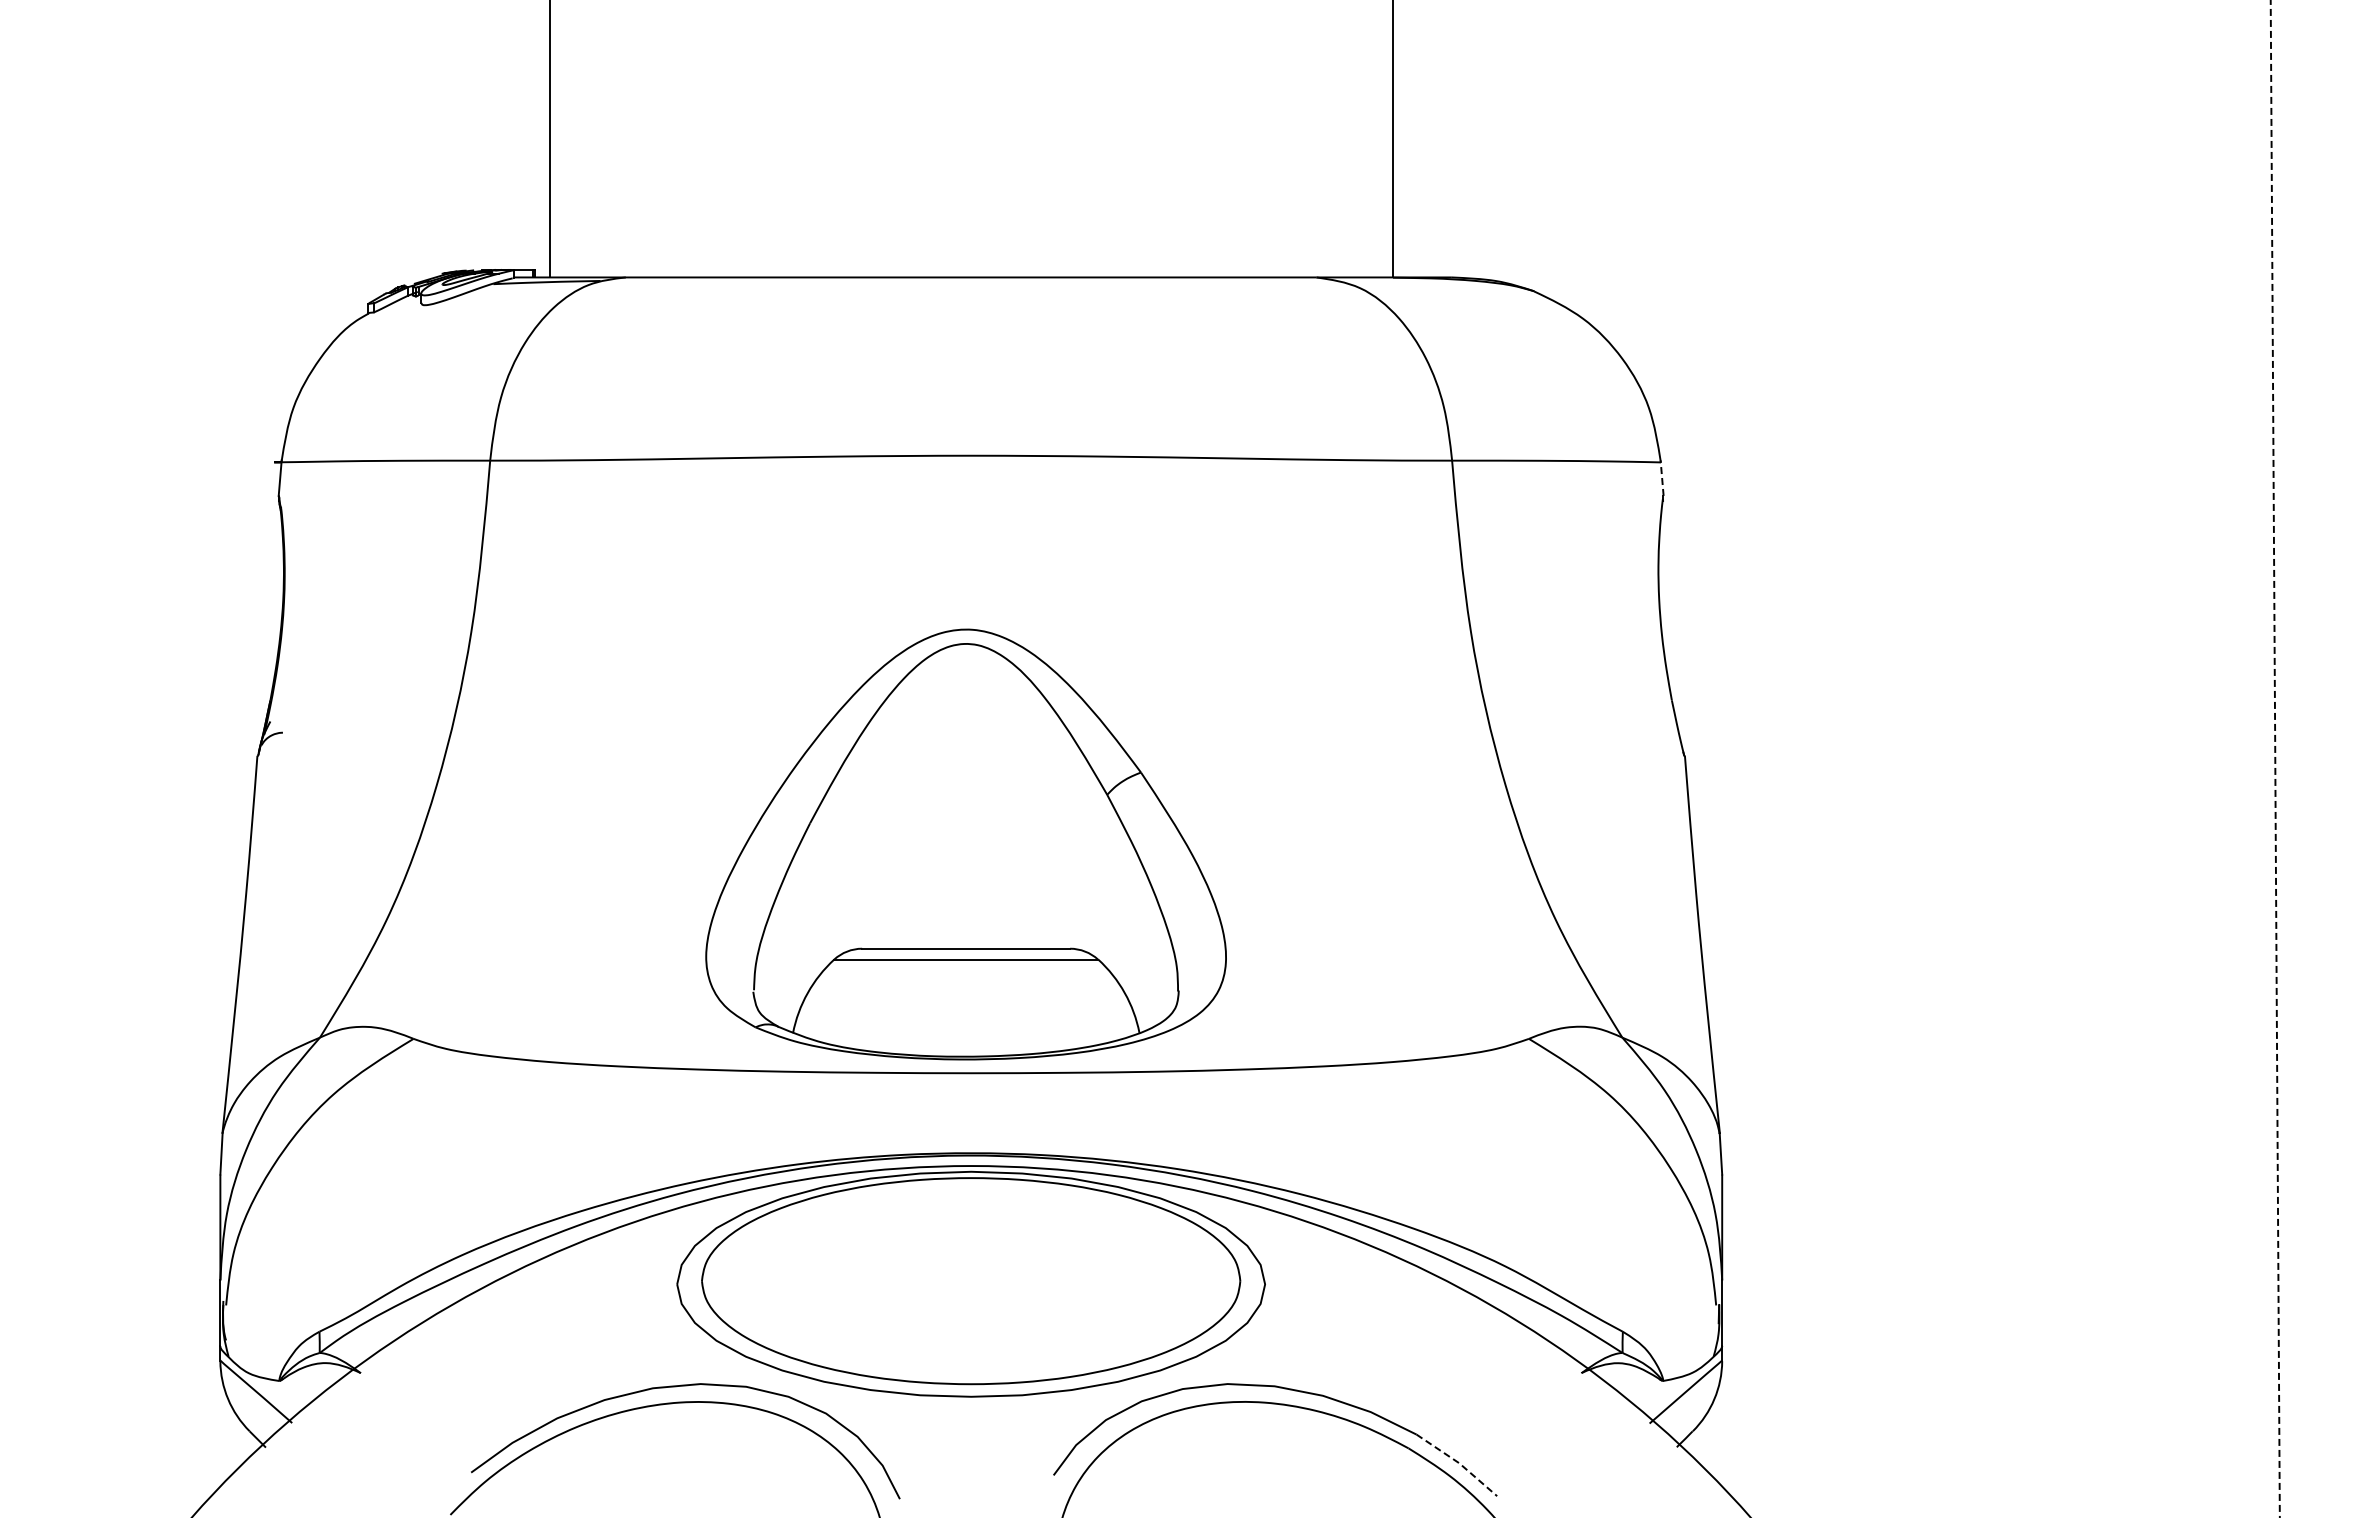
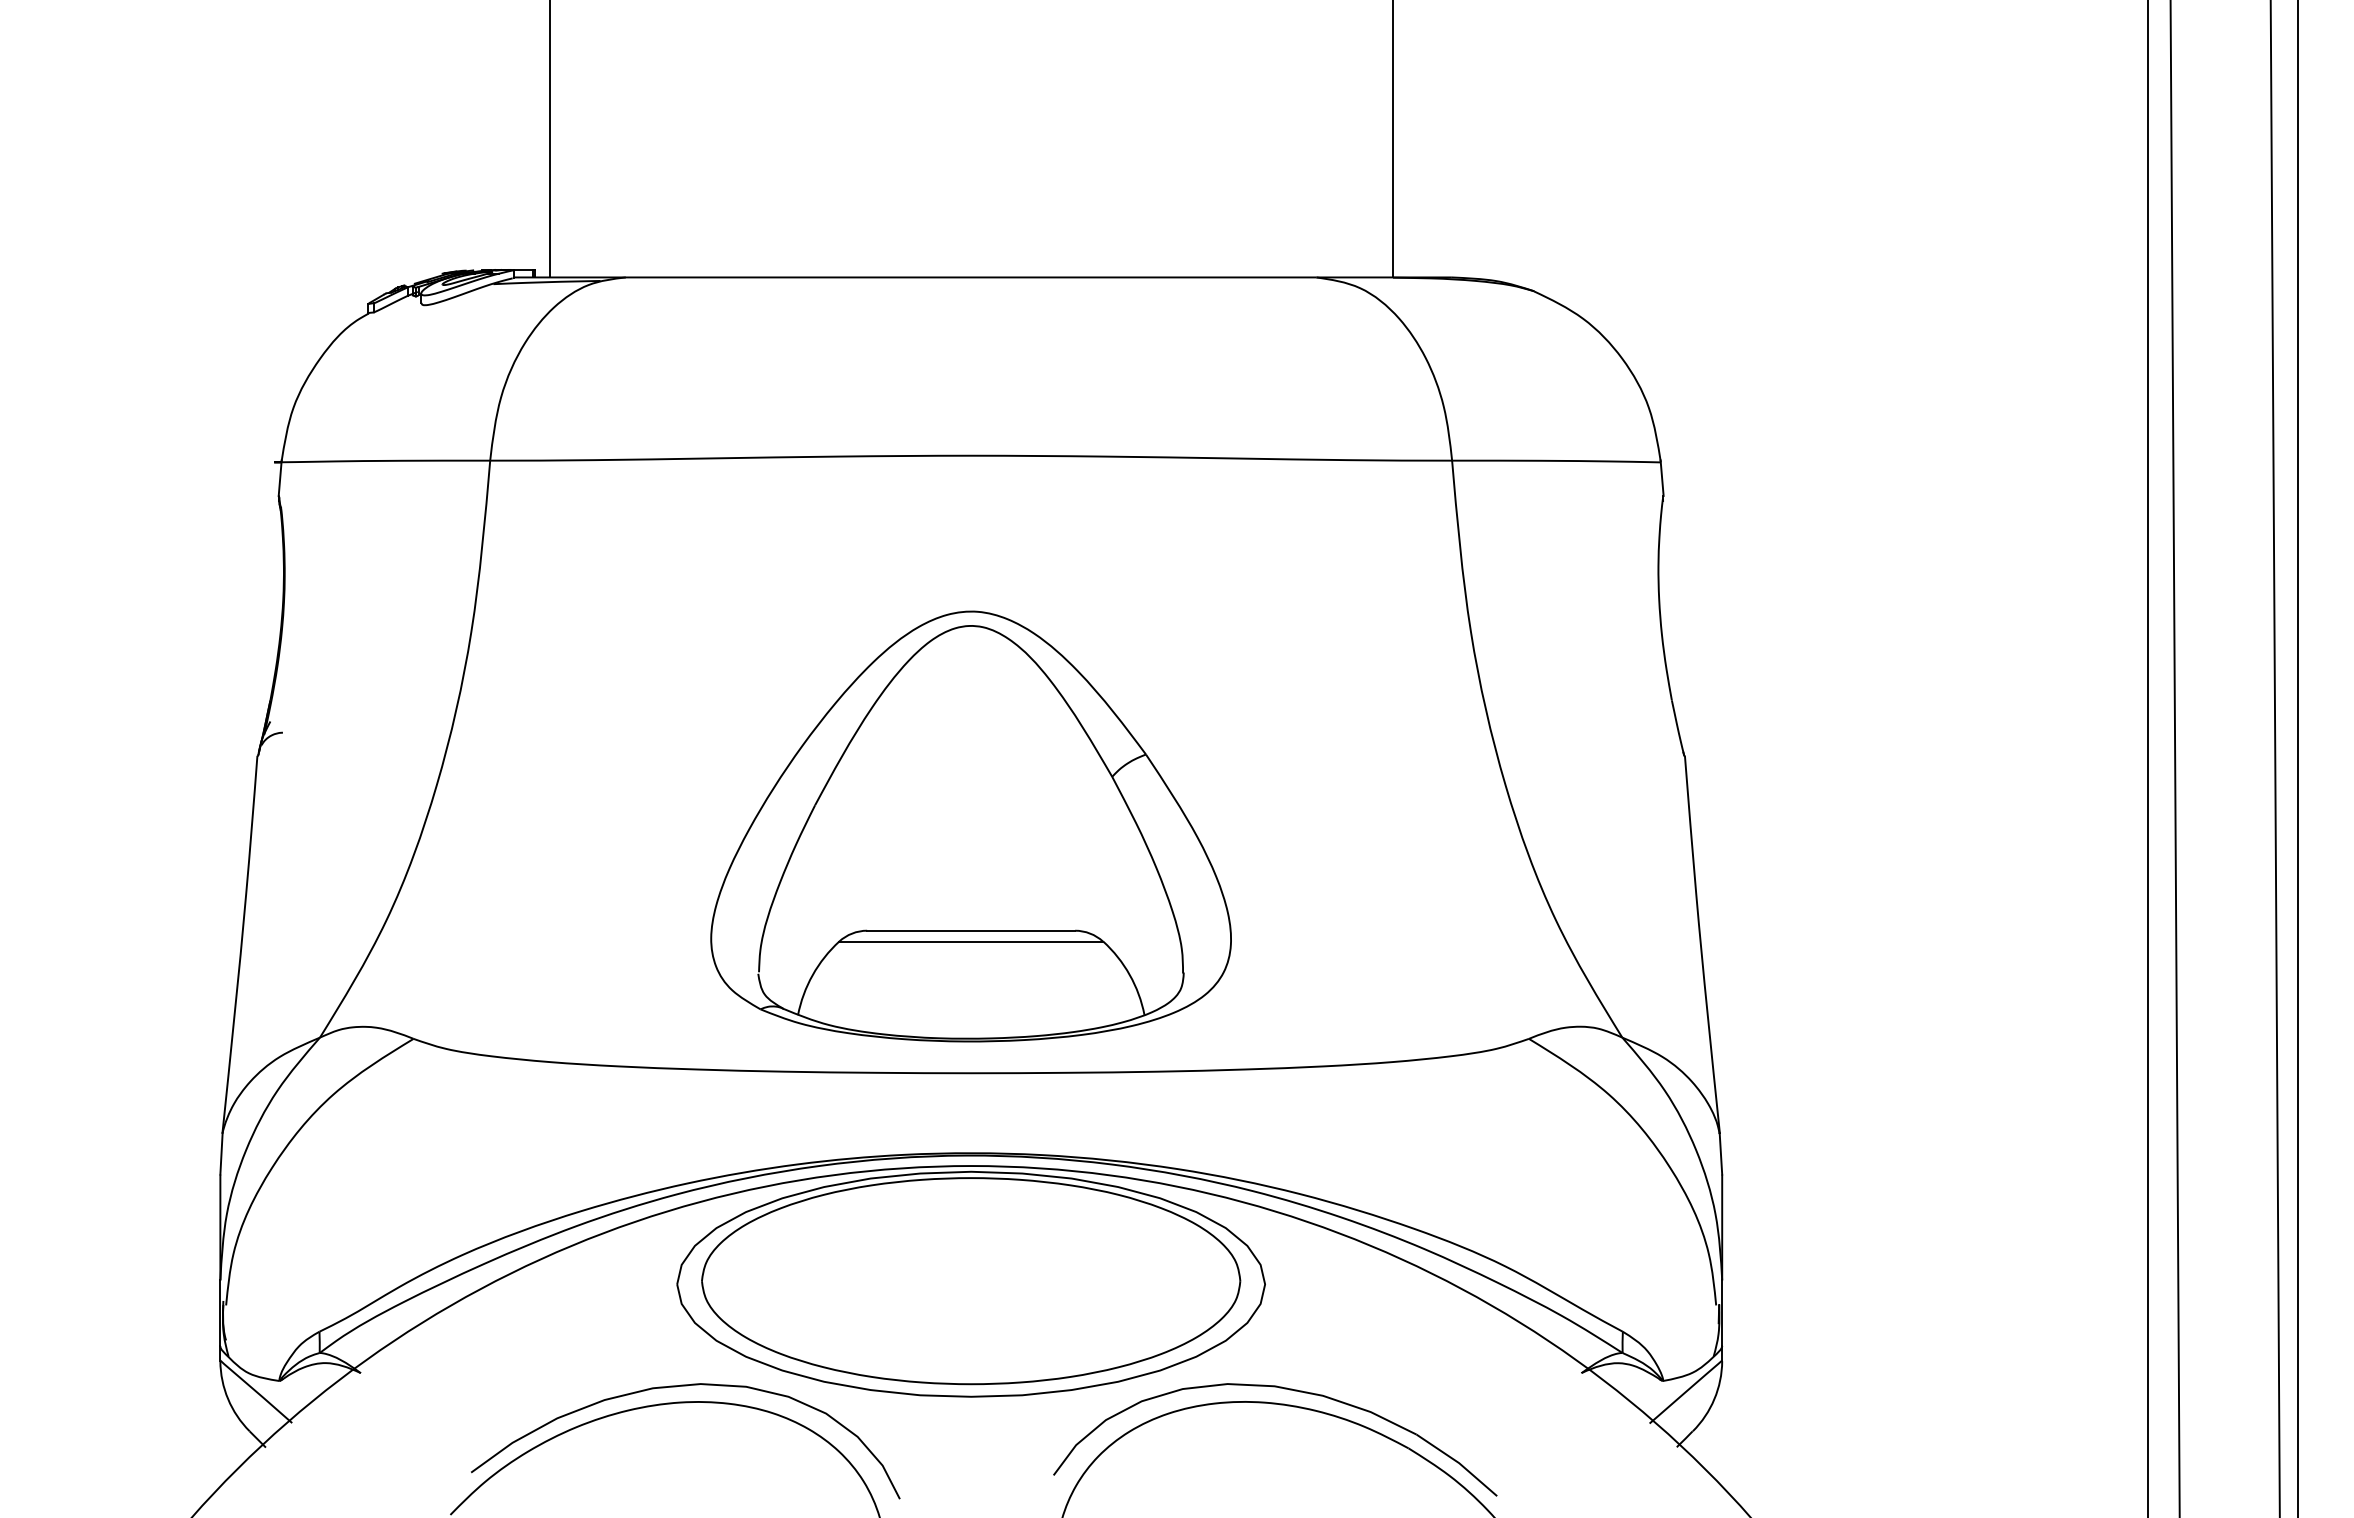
line at (1662, 478): dashed -> solid
line at (2147, 758): none -> present
line at (2174, 758): none -> present
line at (2297, 758): none -> present
line at (2275, 759): dashed -> solid
part at (965, 844) position: (965, 844) -> (970, 826)
line at (1459, 1463): dashed -> solid
